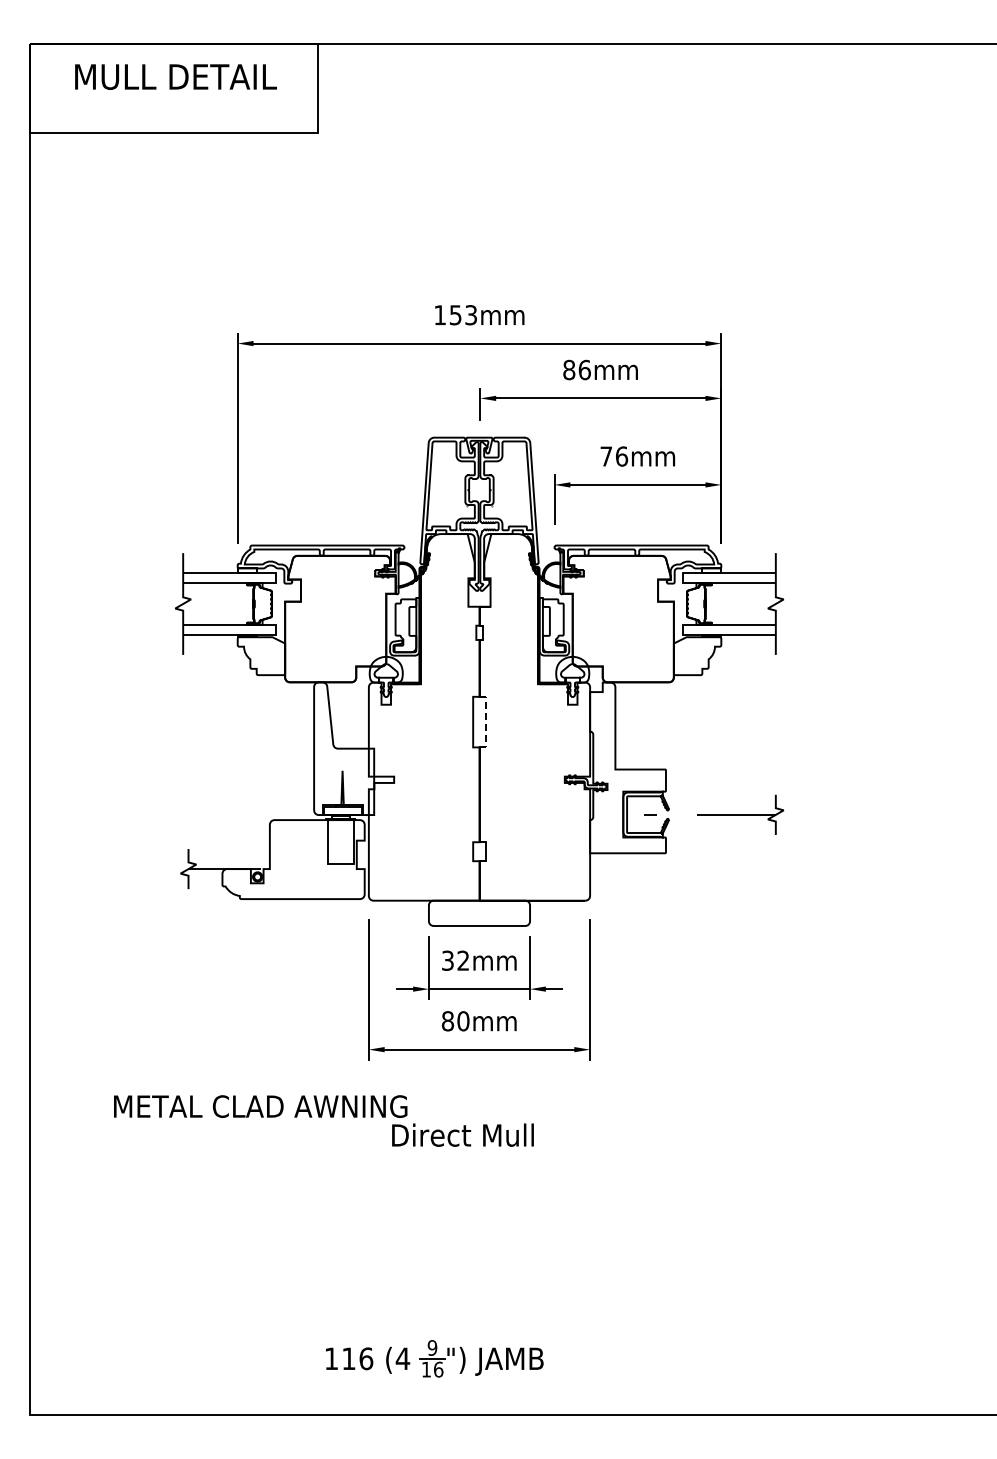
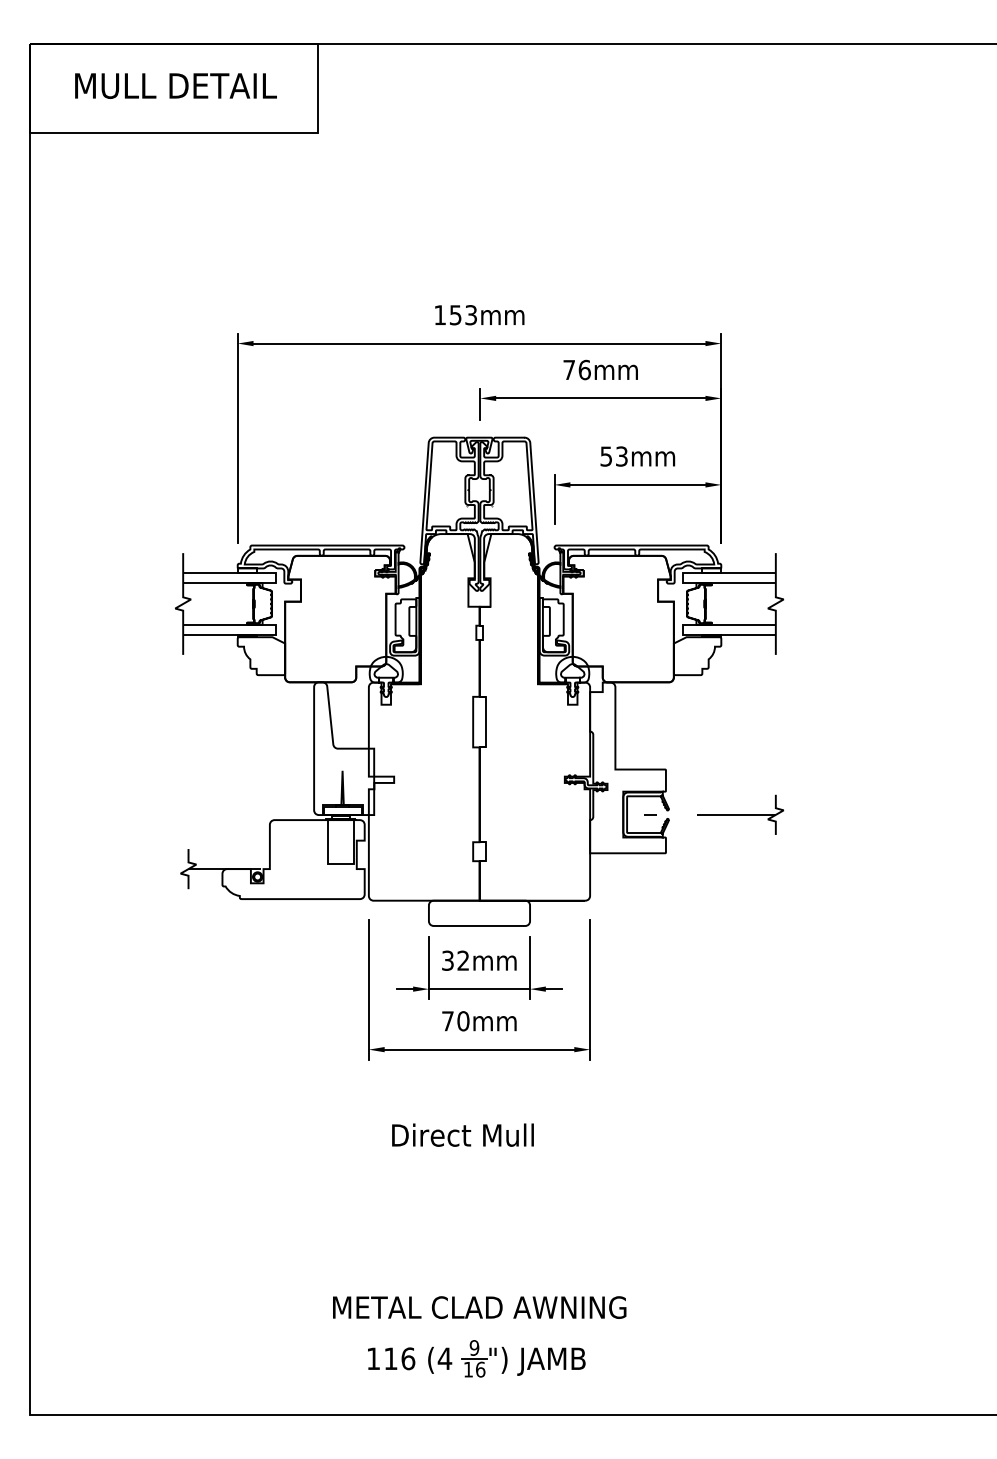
text at (175, 76) position: (175, 76) -> (175, 85)
text at (569, 369): 86mm -> 76mm
text at (614, 456): 76mm -> 53mm
line at (485, 722): dashed -> solid
text at (447, 1021): 80mm -> 70mm
text at (260, 1106) position: (260, 1106) -> (479, 1307)
part at (434, 1358) position: (434, 1358) -> (476, 1358)
